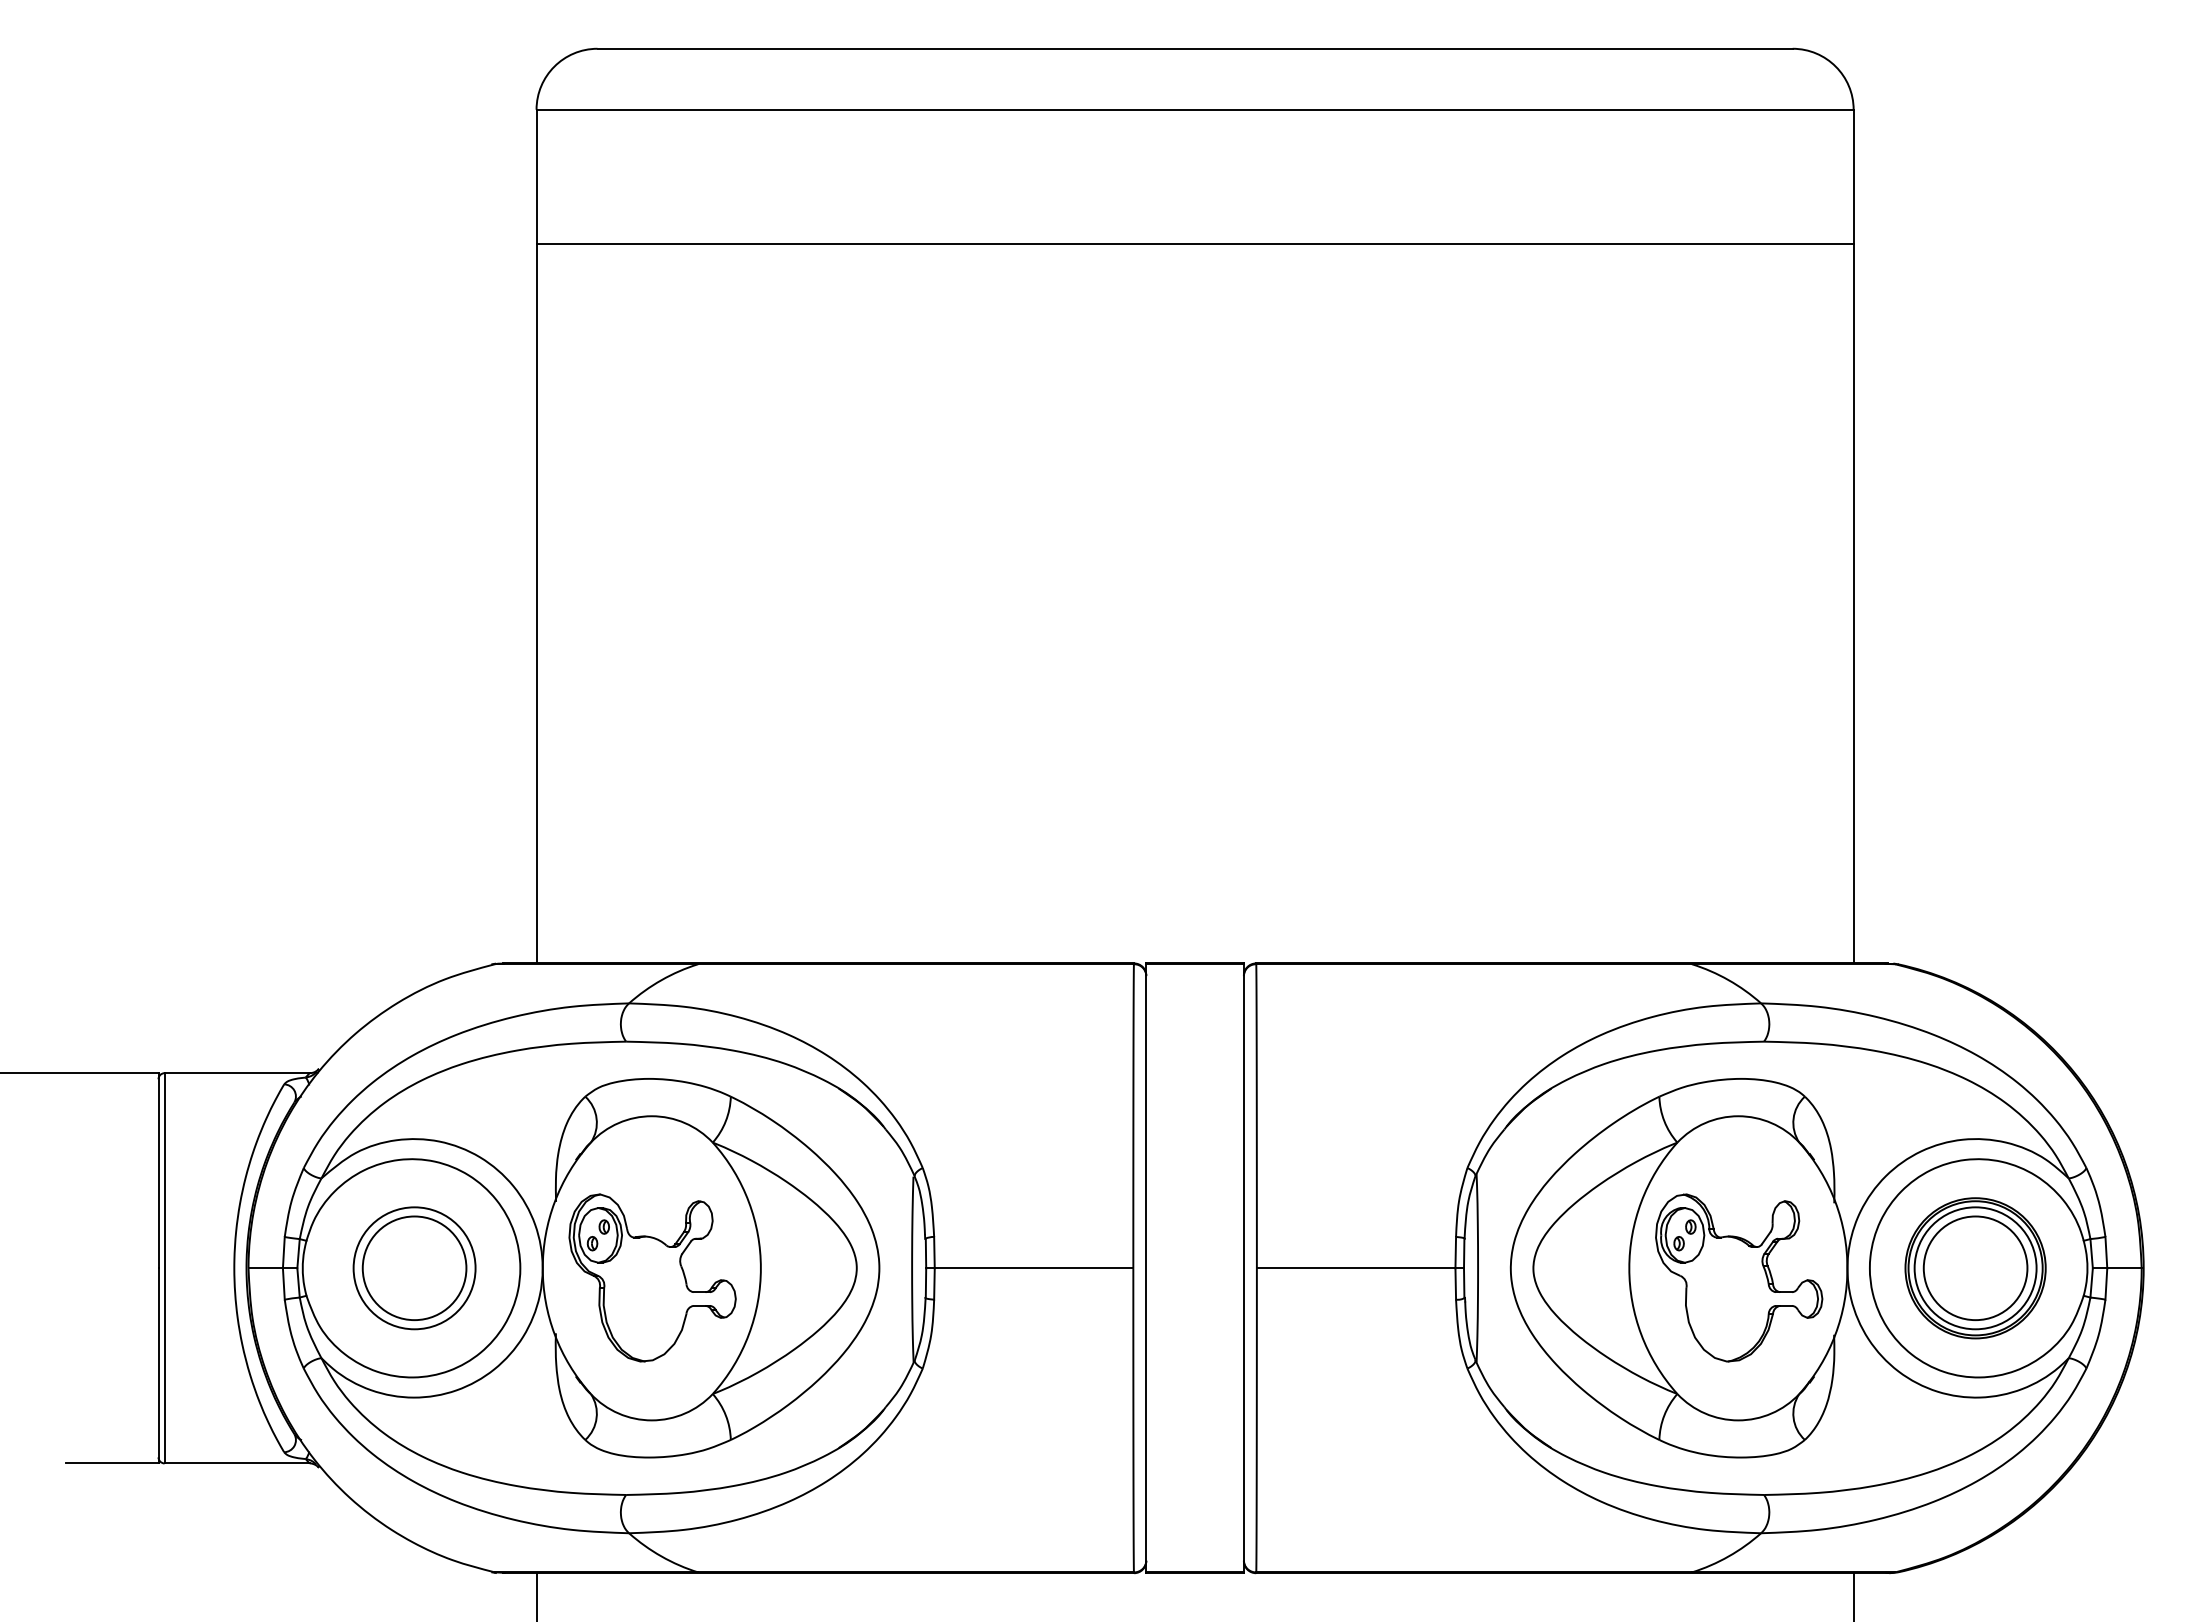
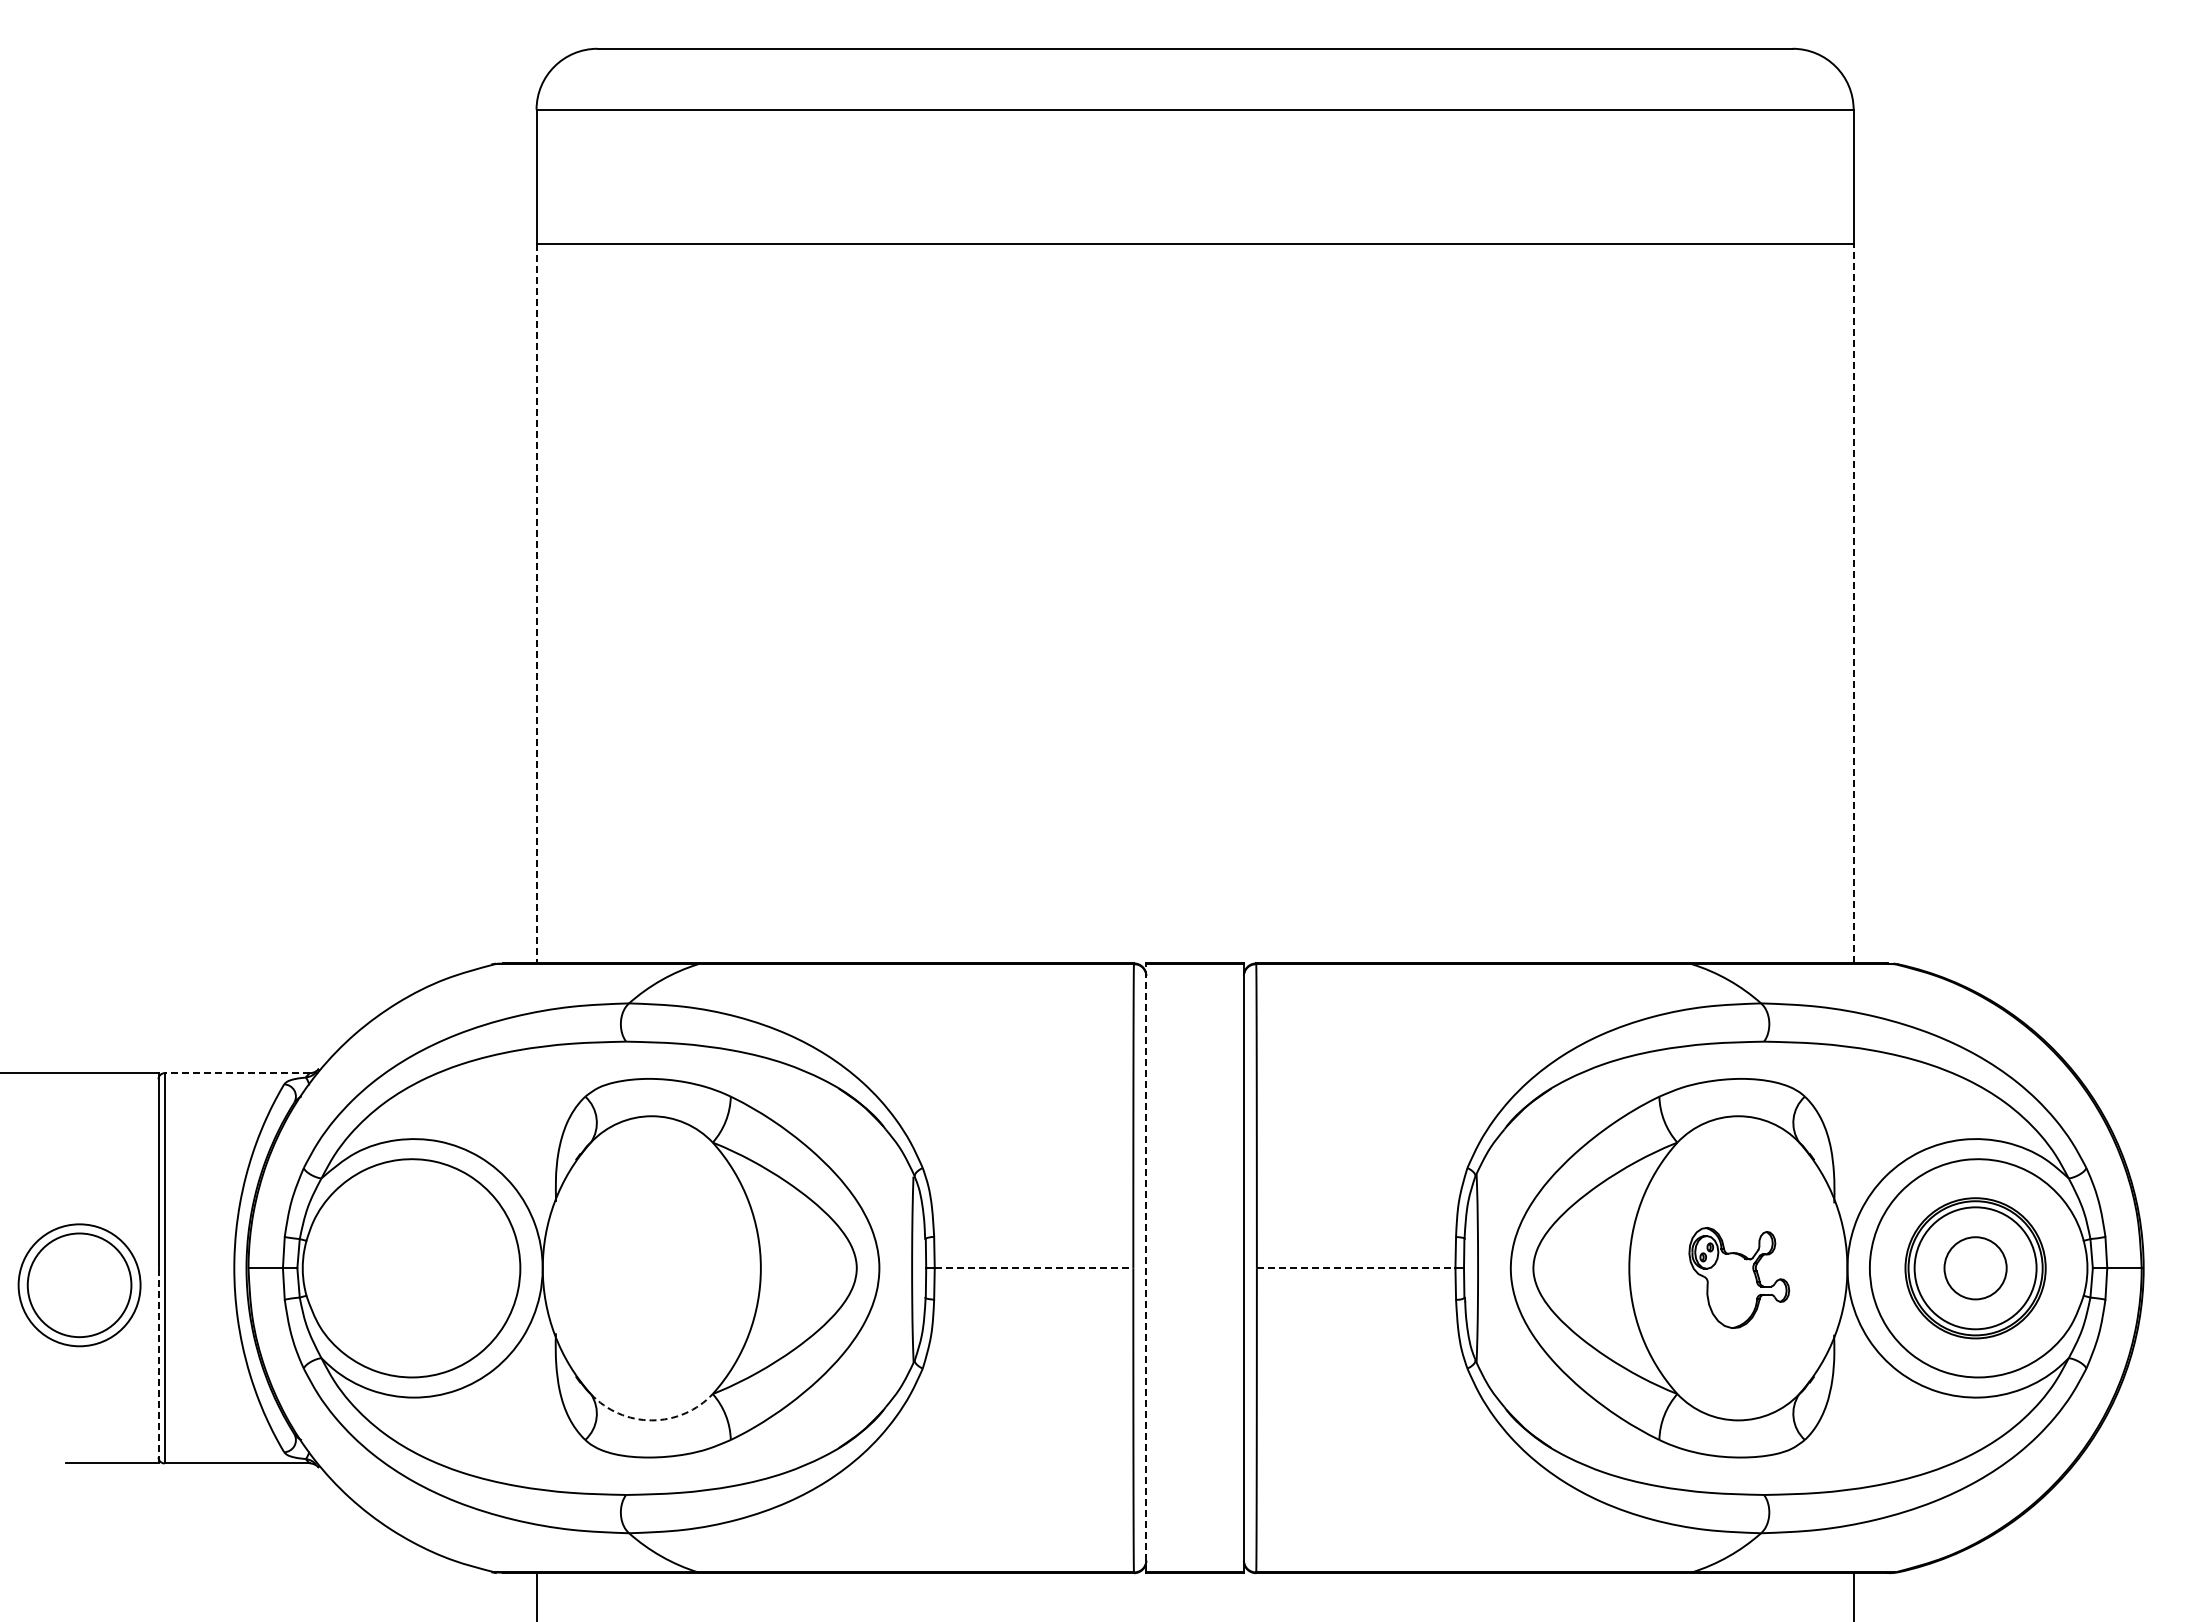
line at (536, 603): solid -> dashed
line at (1853, 603): solid -> dashed
line at (236, 1073): solid -> dashed
line at (1146, 1267): solid -> dashed
part at (414, 1268) position: (414, 1268) -> (79, 1285)
line at (1034, 1268): solid -> dashed
line at (1356, 1268): solid -> dashed
circle at (1975, 1268) diameter: 104 px -> 62 px
part at (652, 1277): present -> none
part at (1739, 1277) size: 169x170 px -> 103x102 px
line at (158, 1365): solid -> dashed
arc at (651, 1420): solid -> dashed
